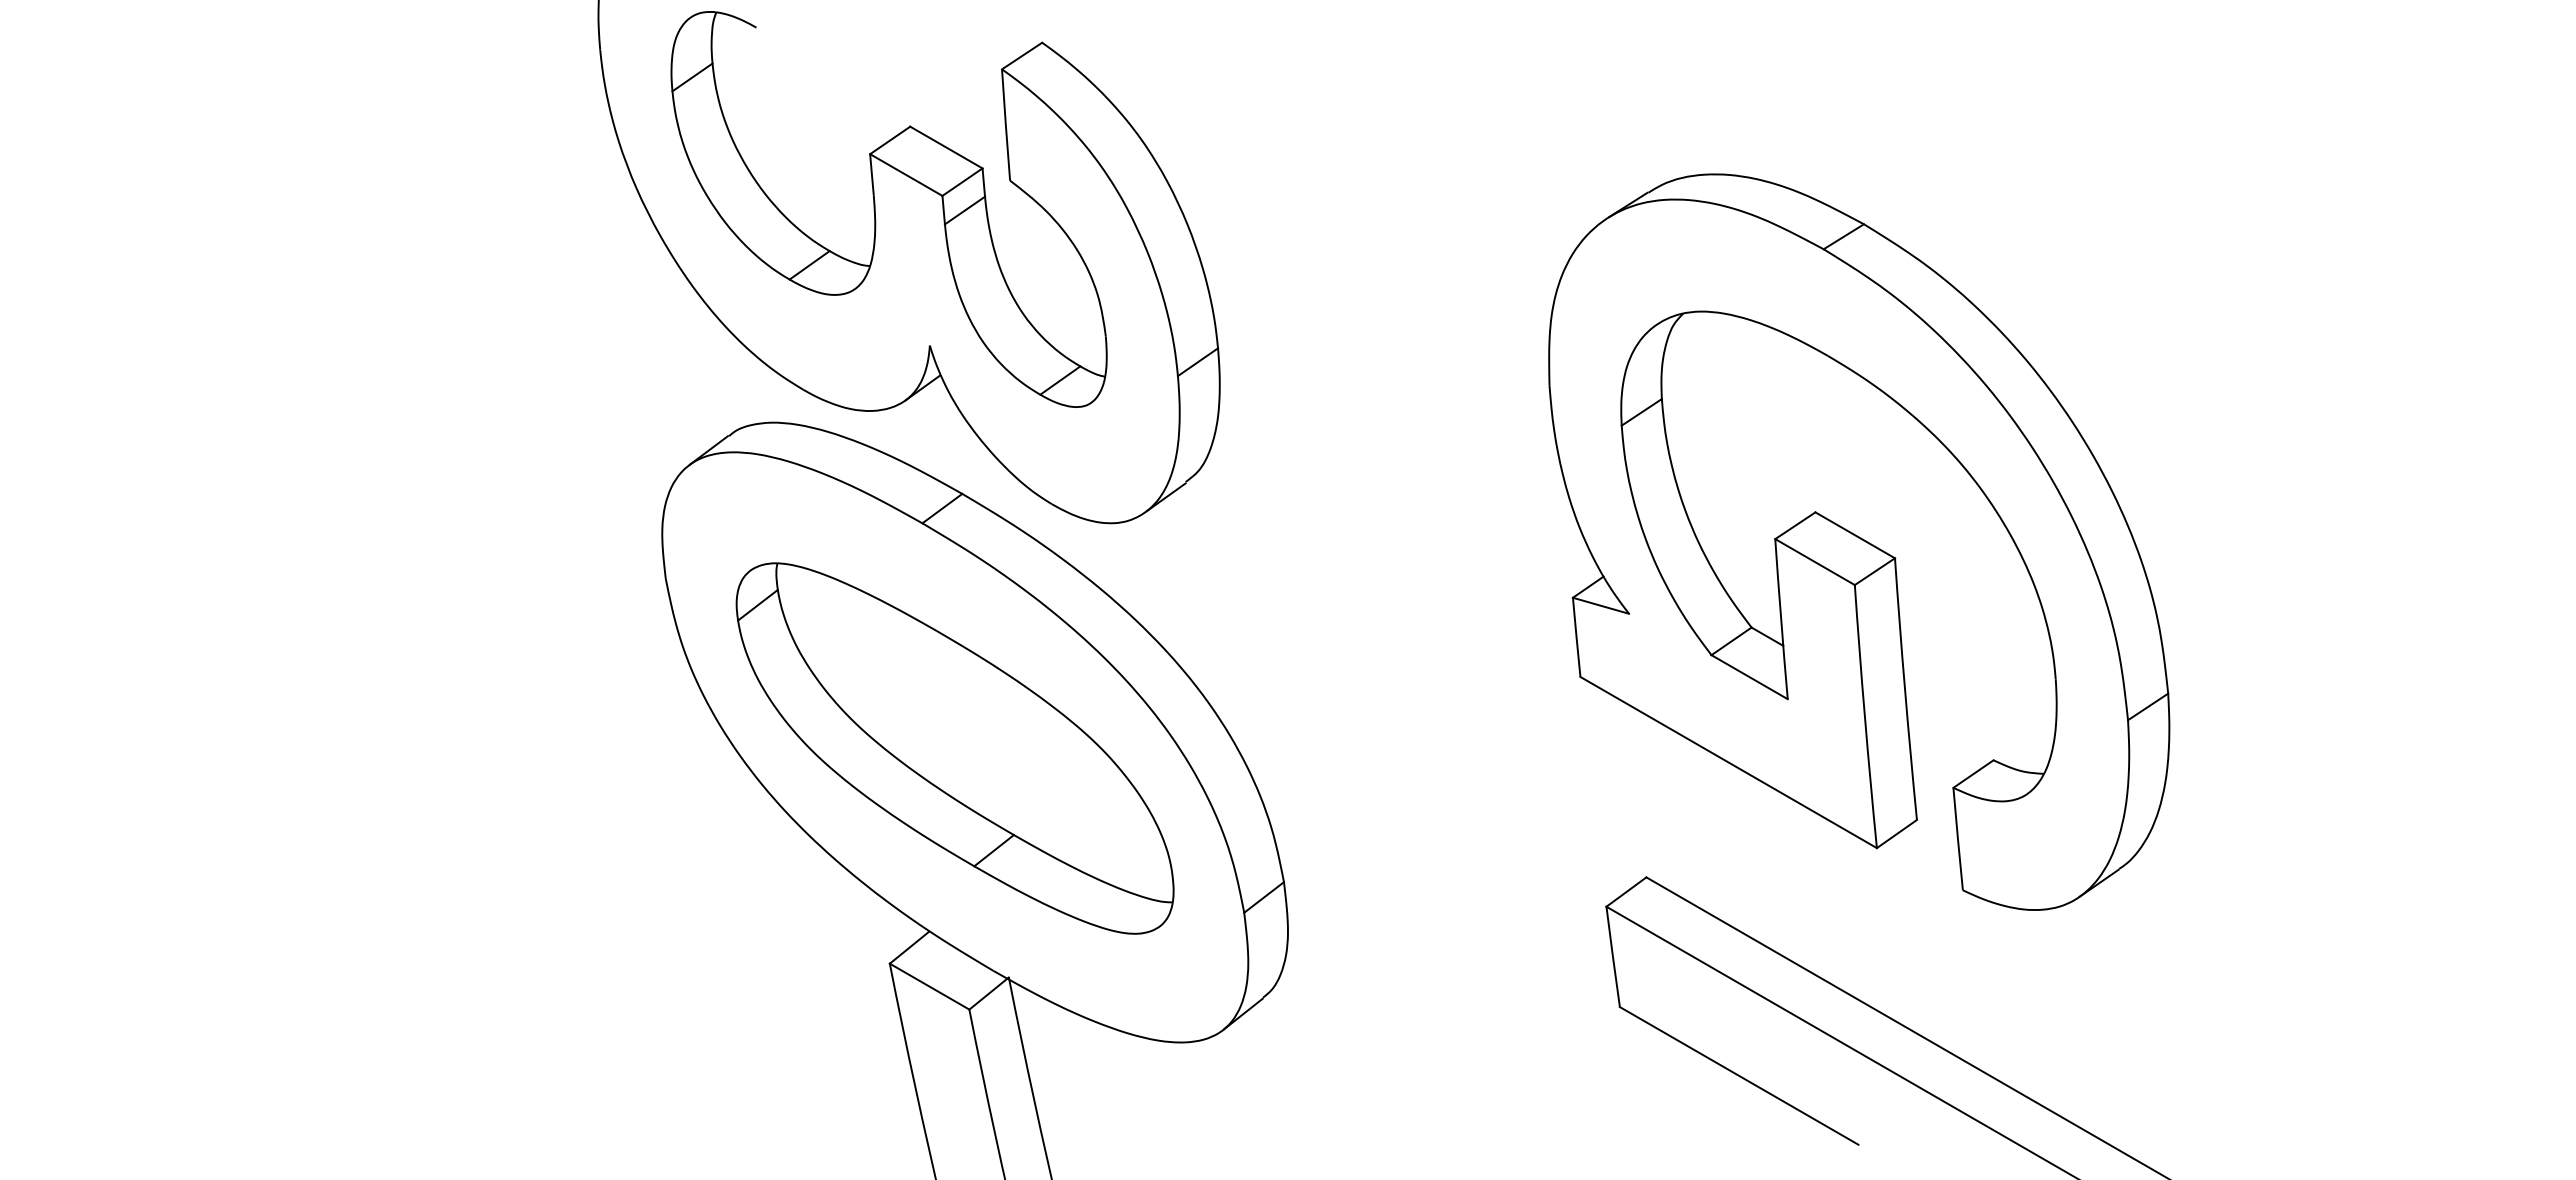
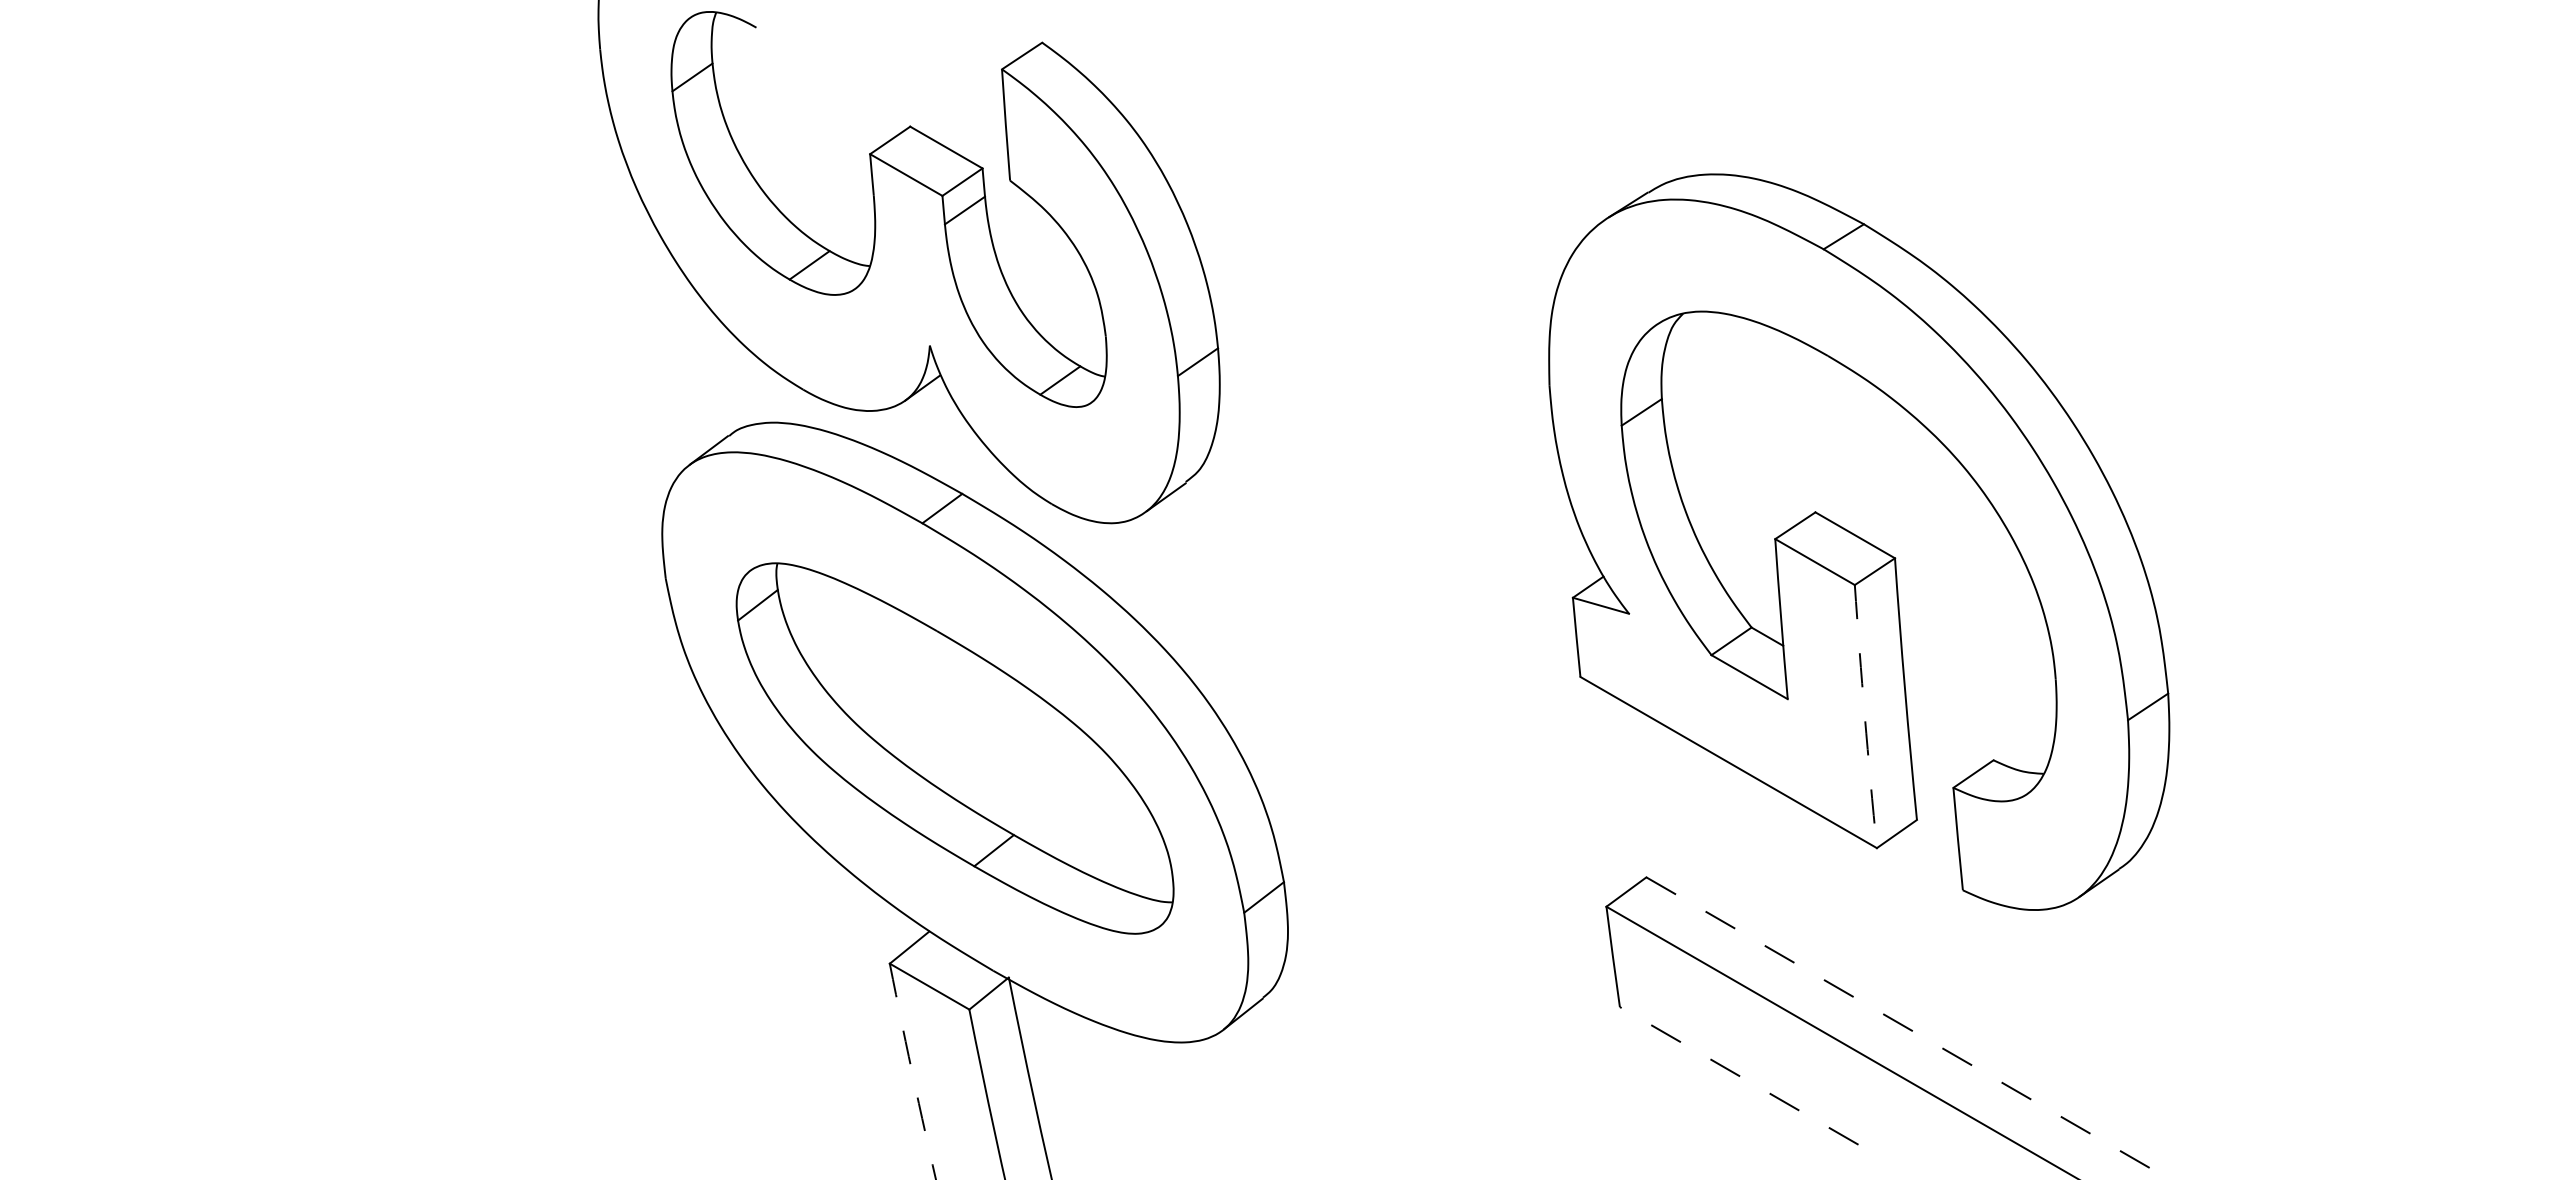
arc at (1864, 716): solid -> dashed
line at (1908, 1028): solid -> dashed
arc at (912, 1072): solid -> dashed
line at (1739, 1075): solid -> dashed
